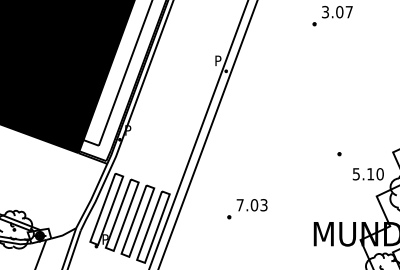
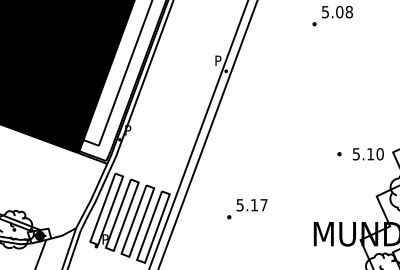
text at (337, 11): 3.07 -> 5.08
text at (367, 174) position: (367, 174) -> (367, 154)
text at (251, 205): 7.03 -> 5.17
